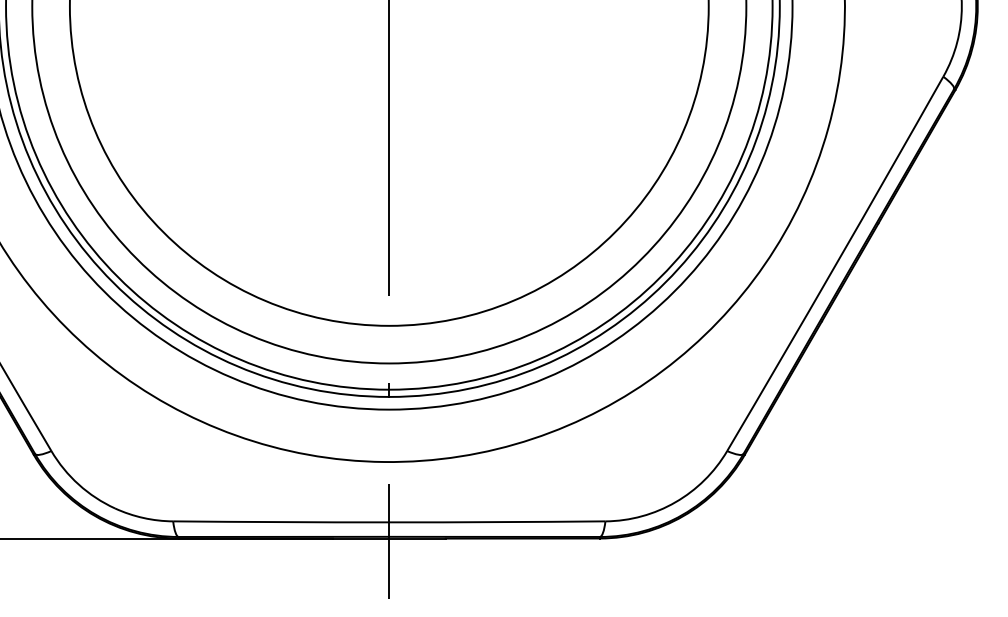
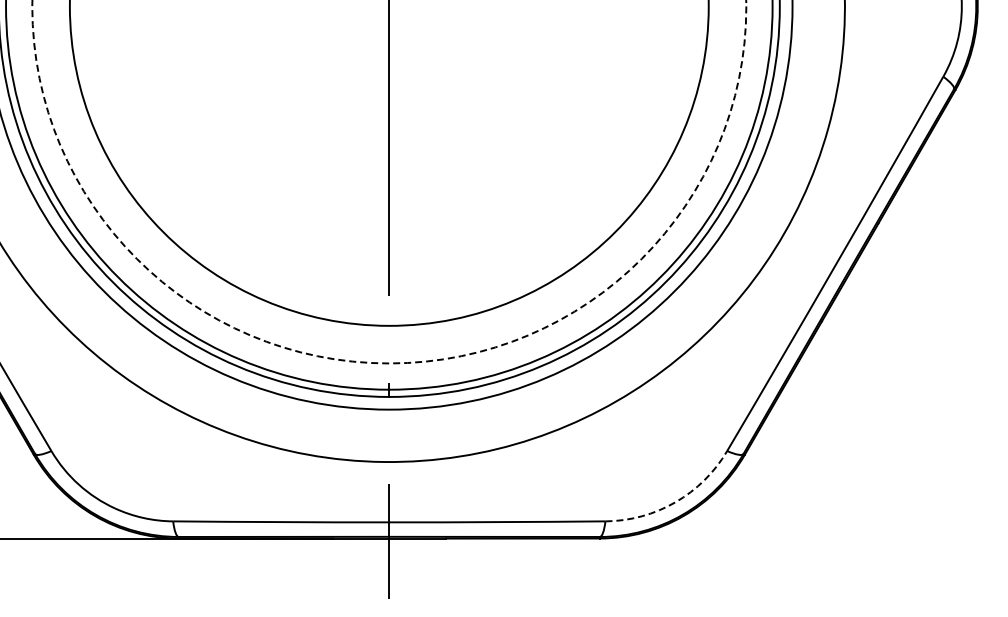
circle at (389, 181): solid -> dashed
arc at (675, 502): solid -> dashed
